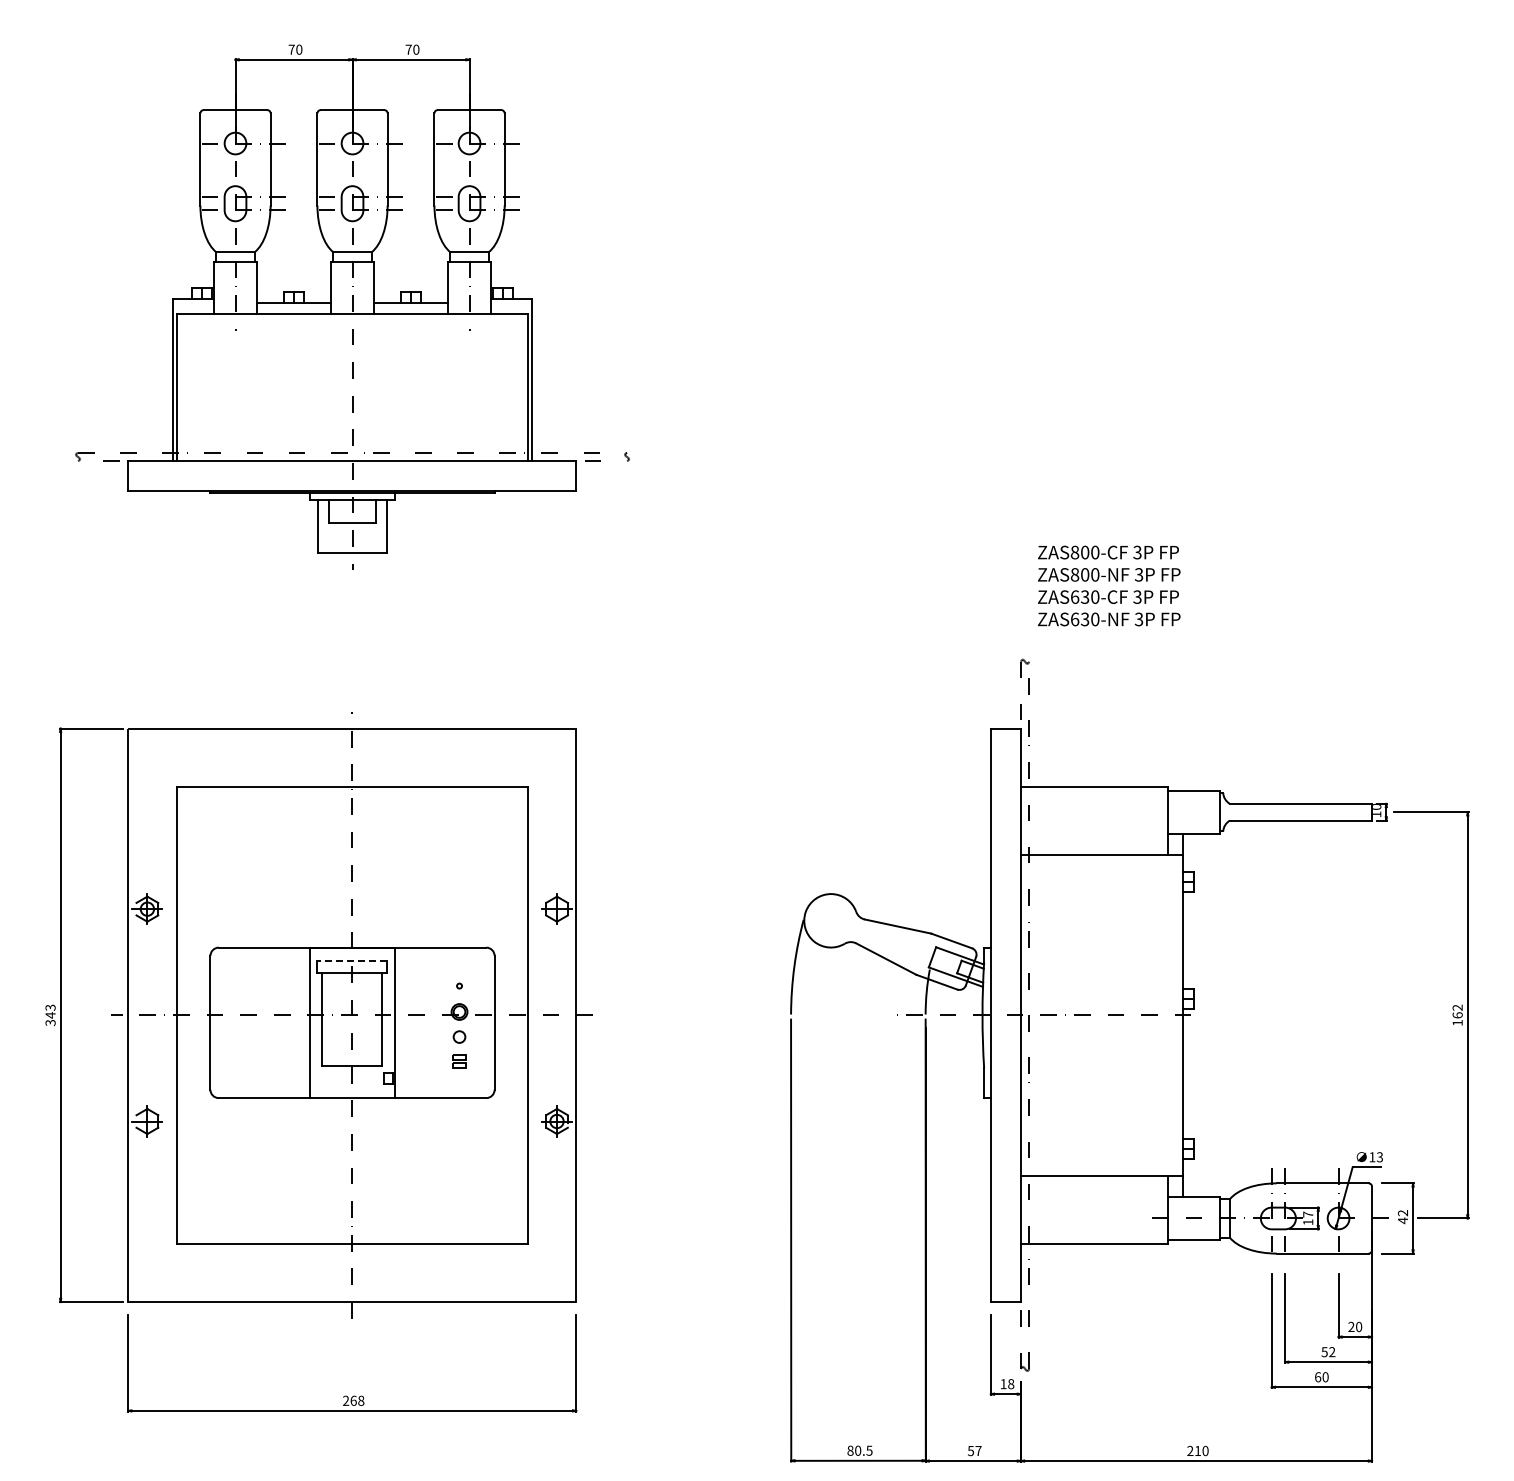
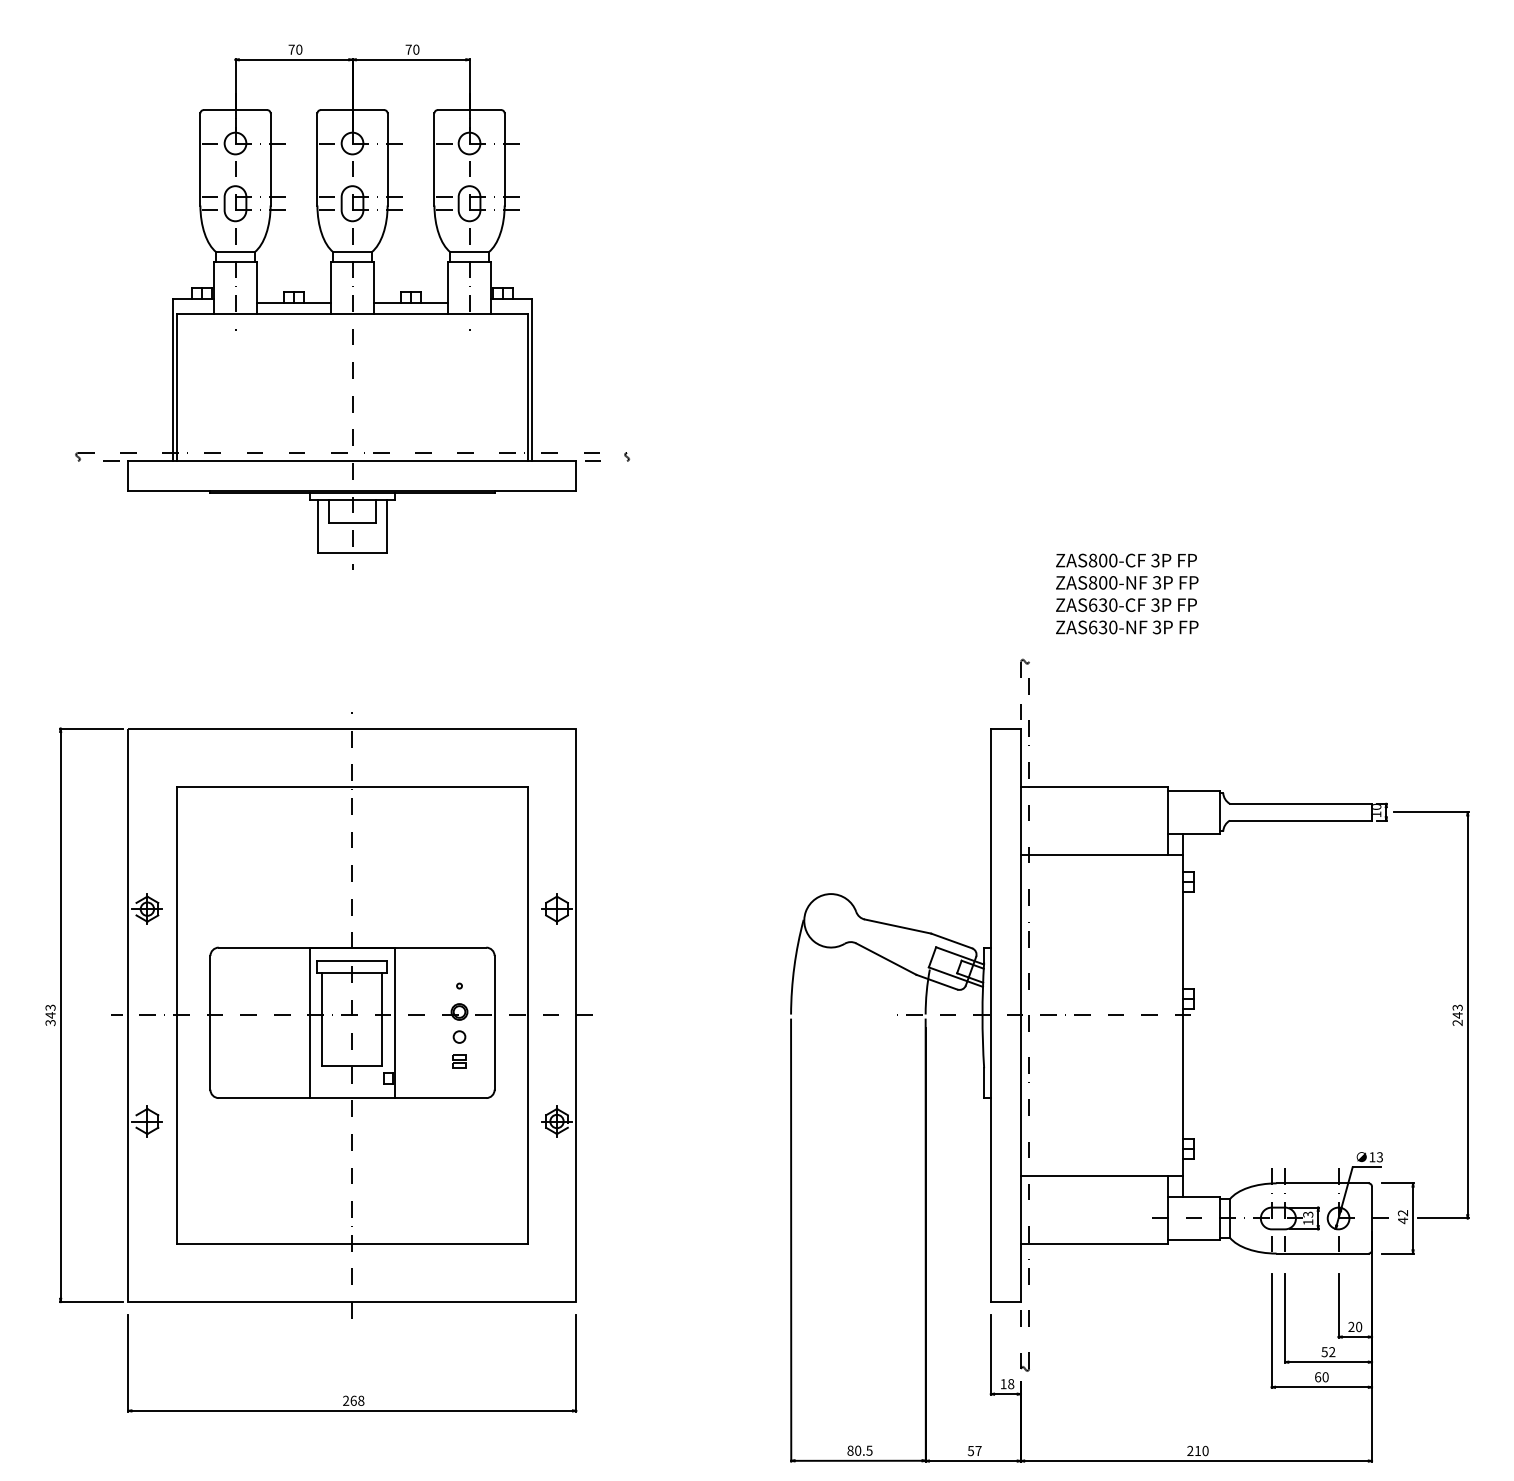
text at (1109, 585) position: (1109, 585) -> (1127, 593)
line at (352, 960): dashed -> solid
text at (1457, 1015): 162 -> 243
text at (1308, 1214): 17 -> 13
